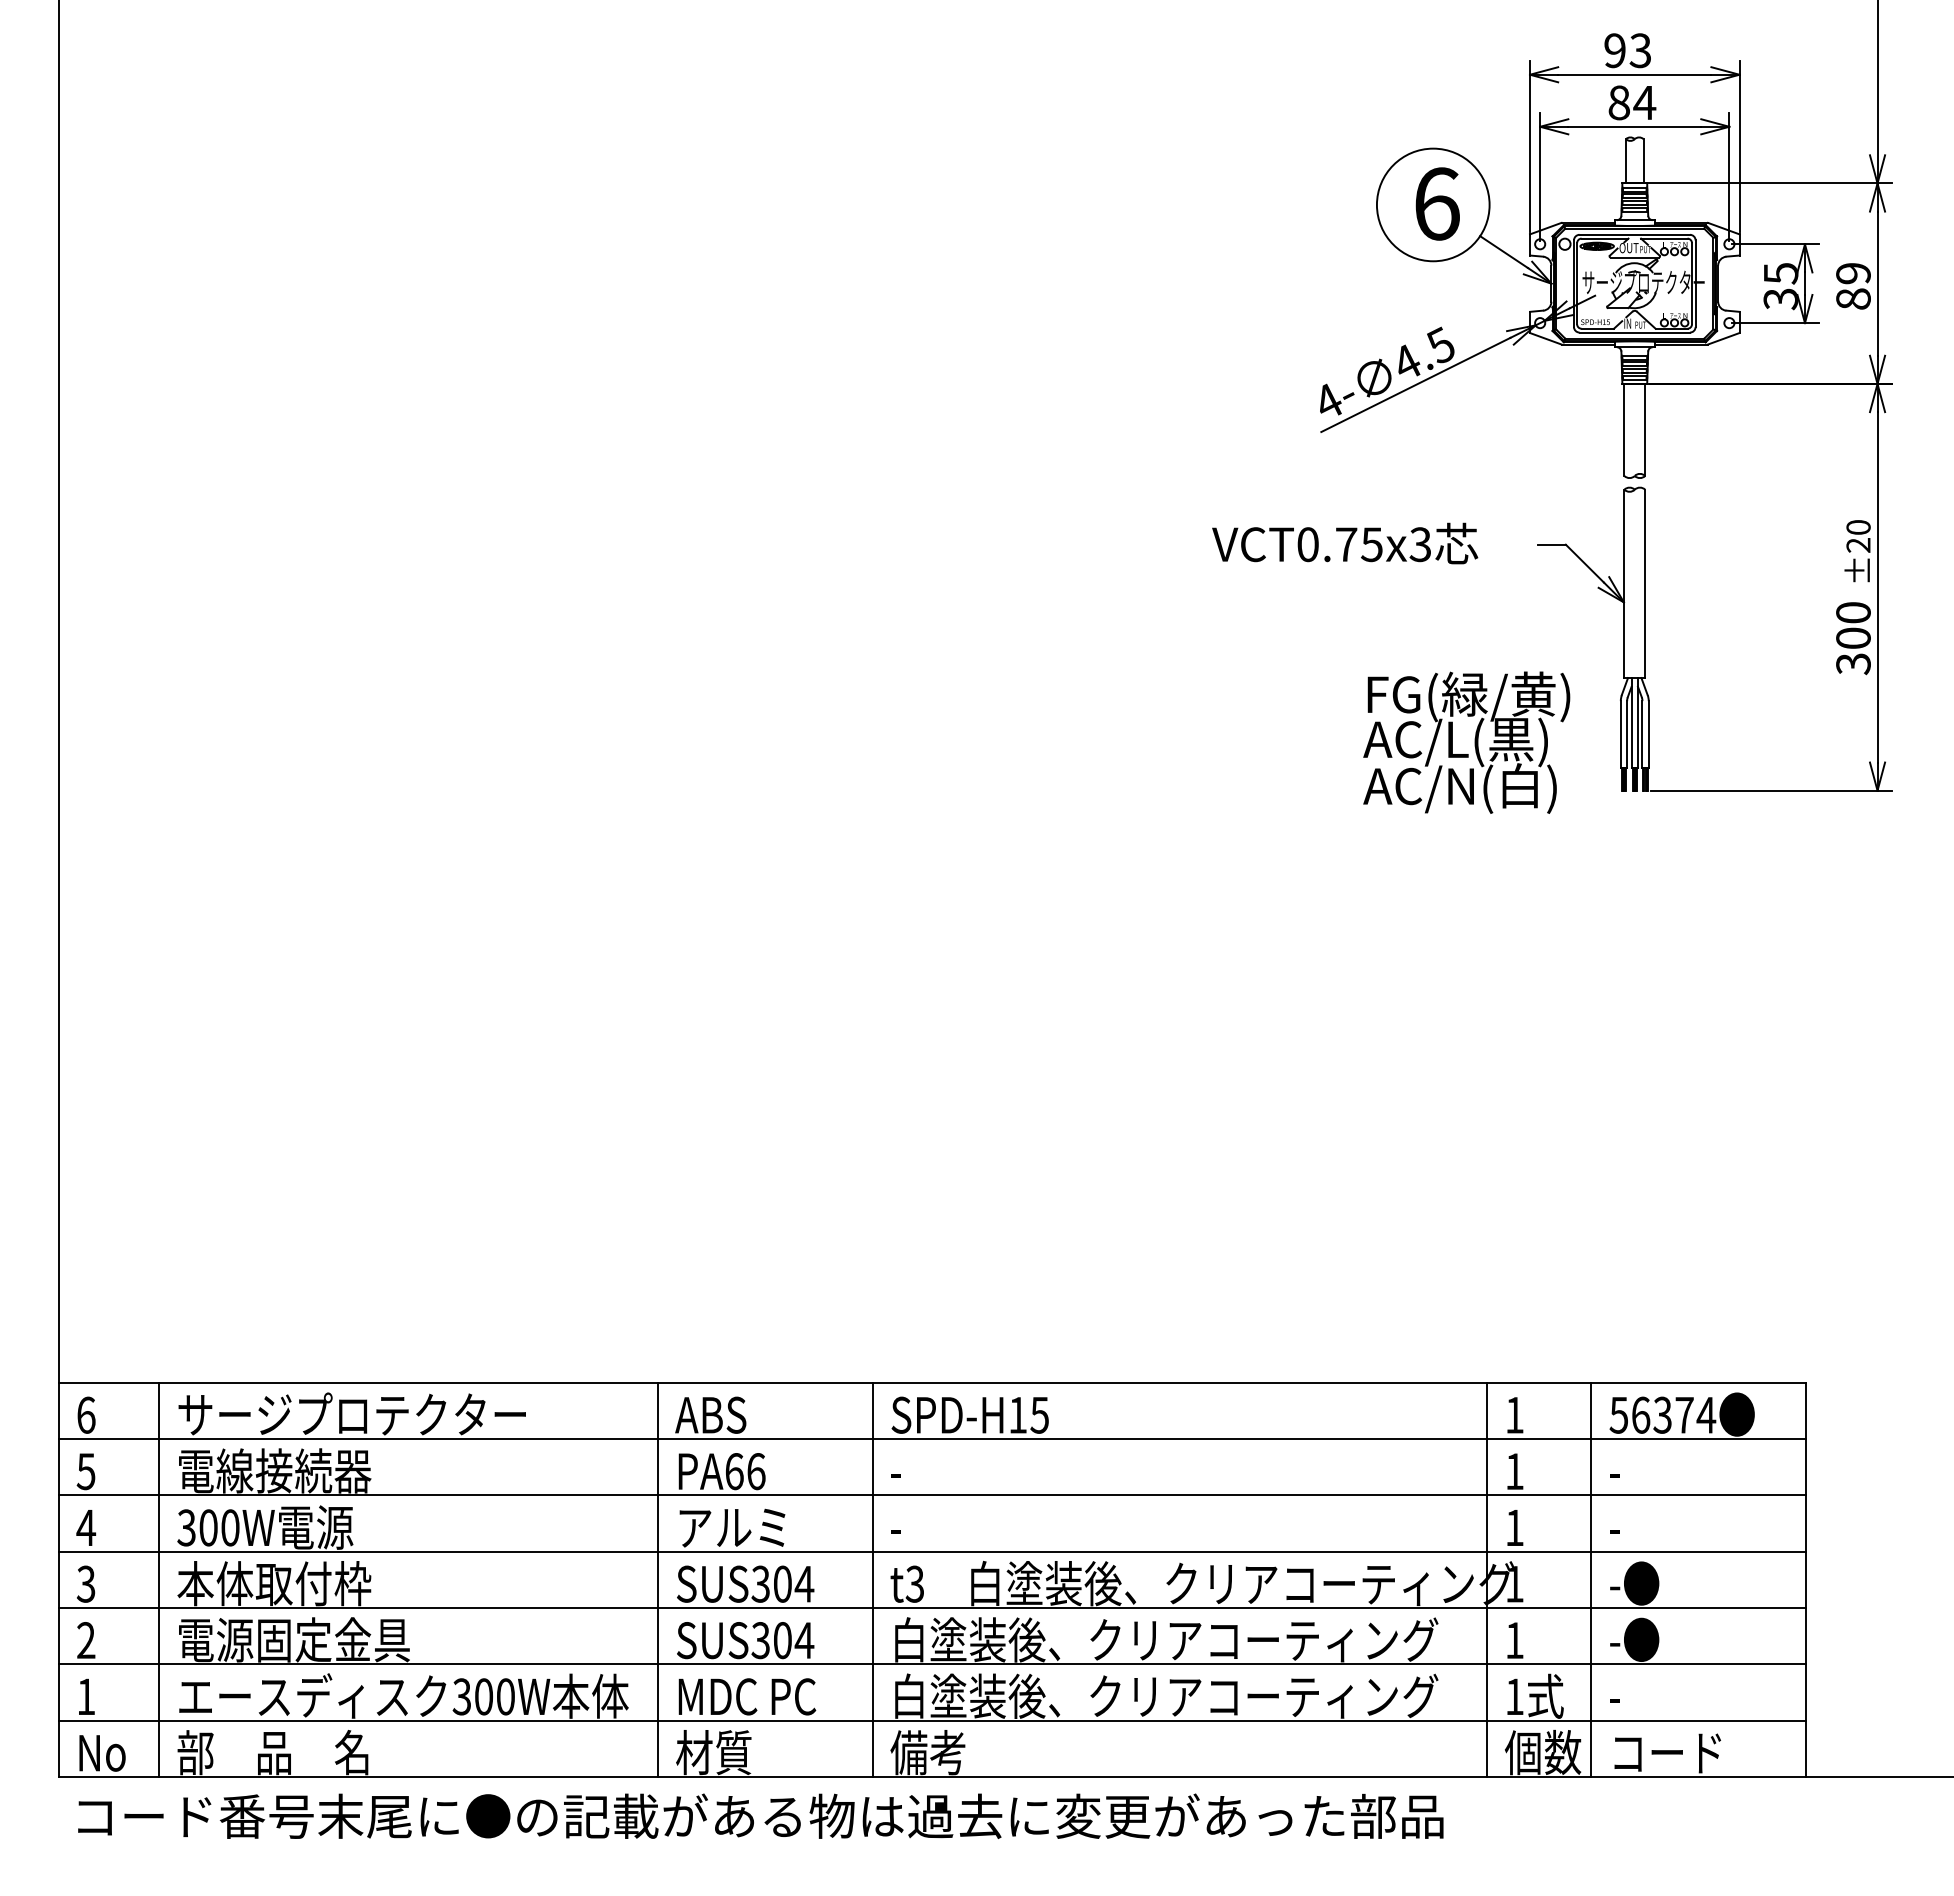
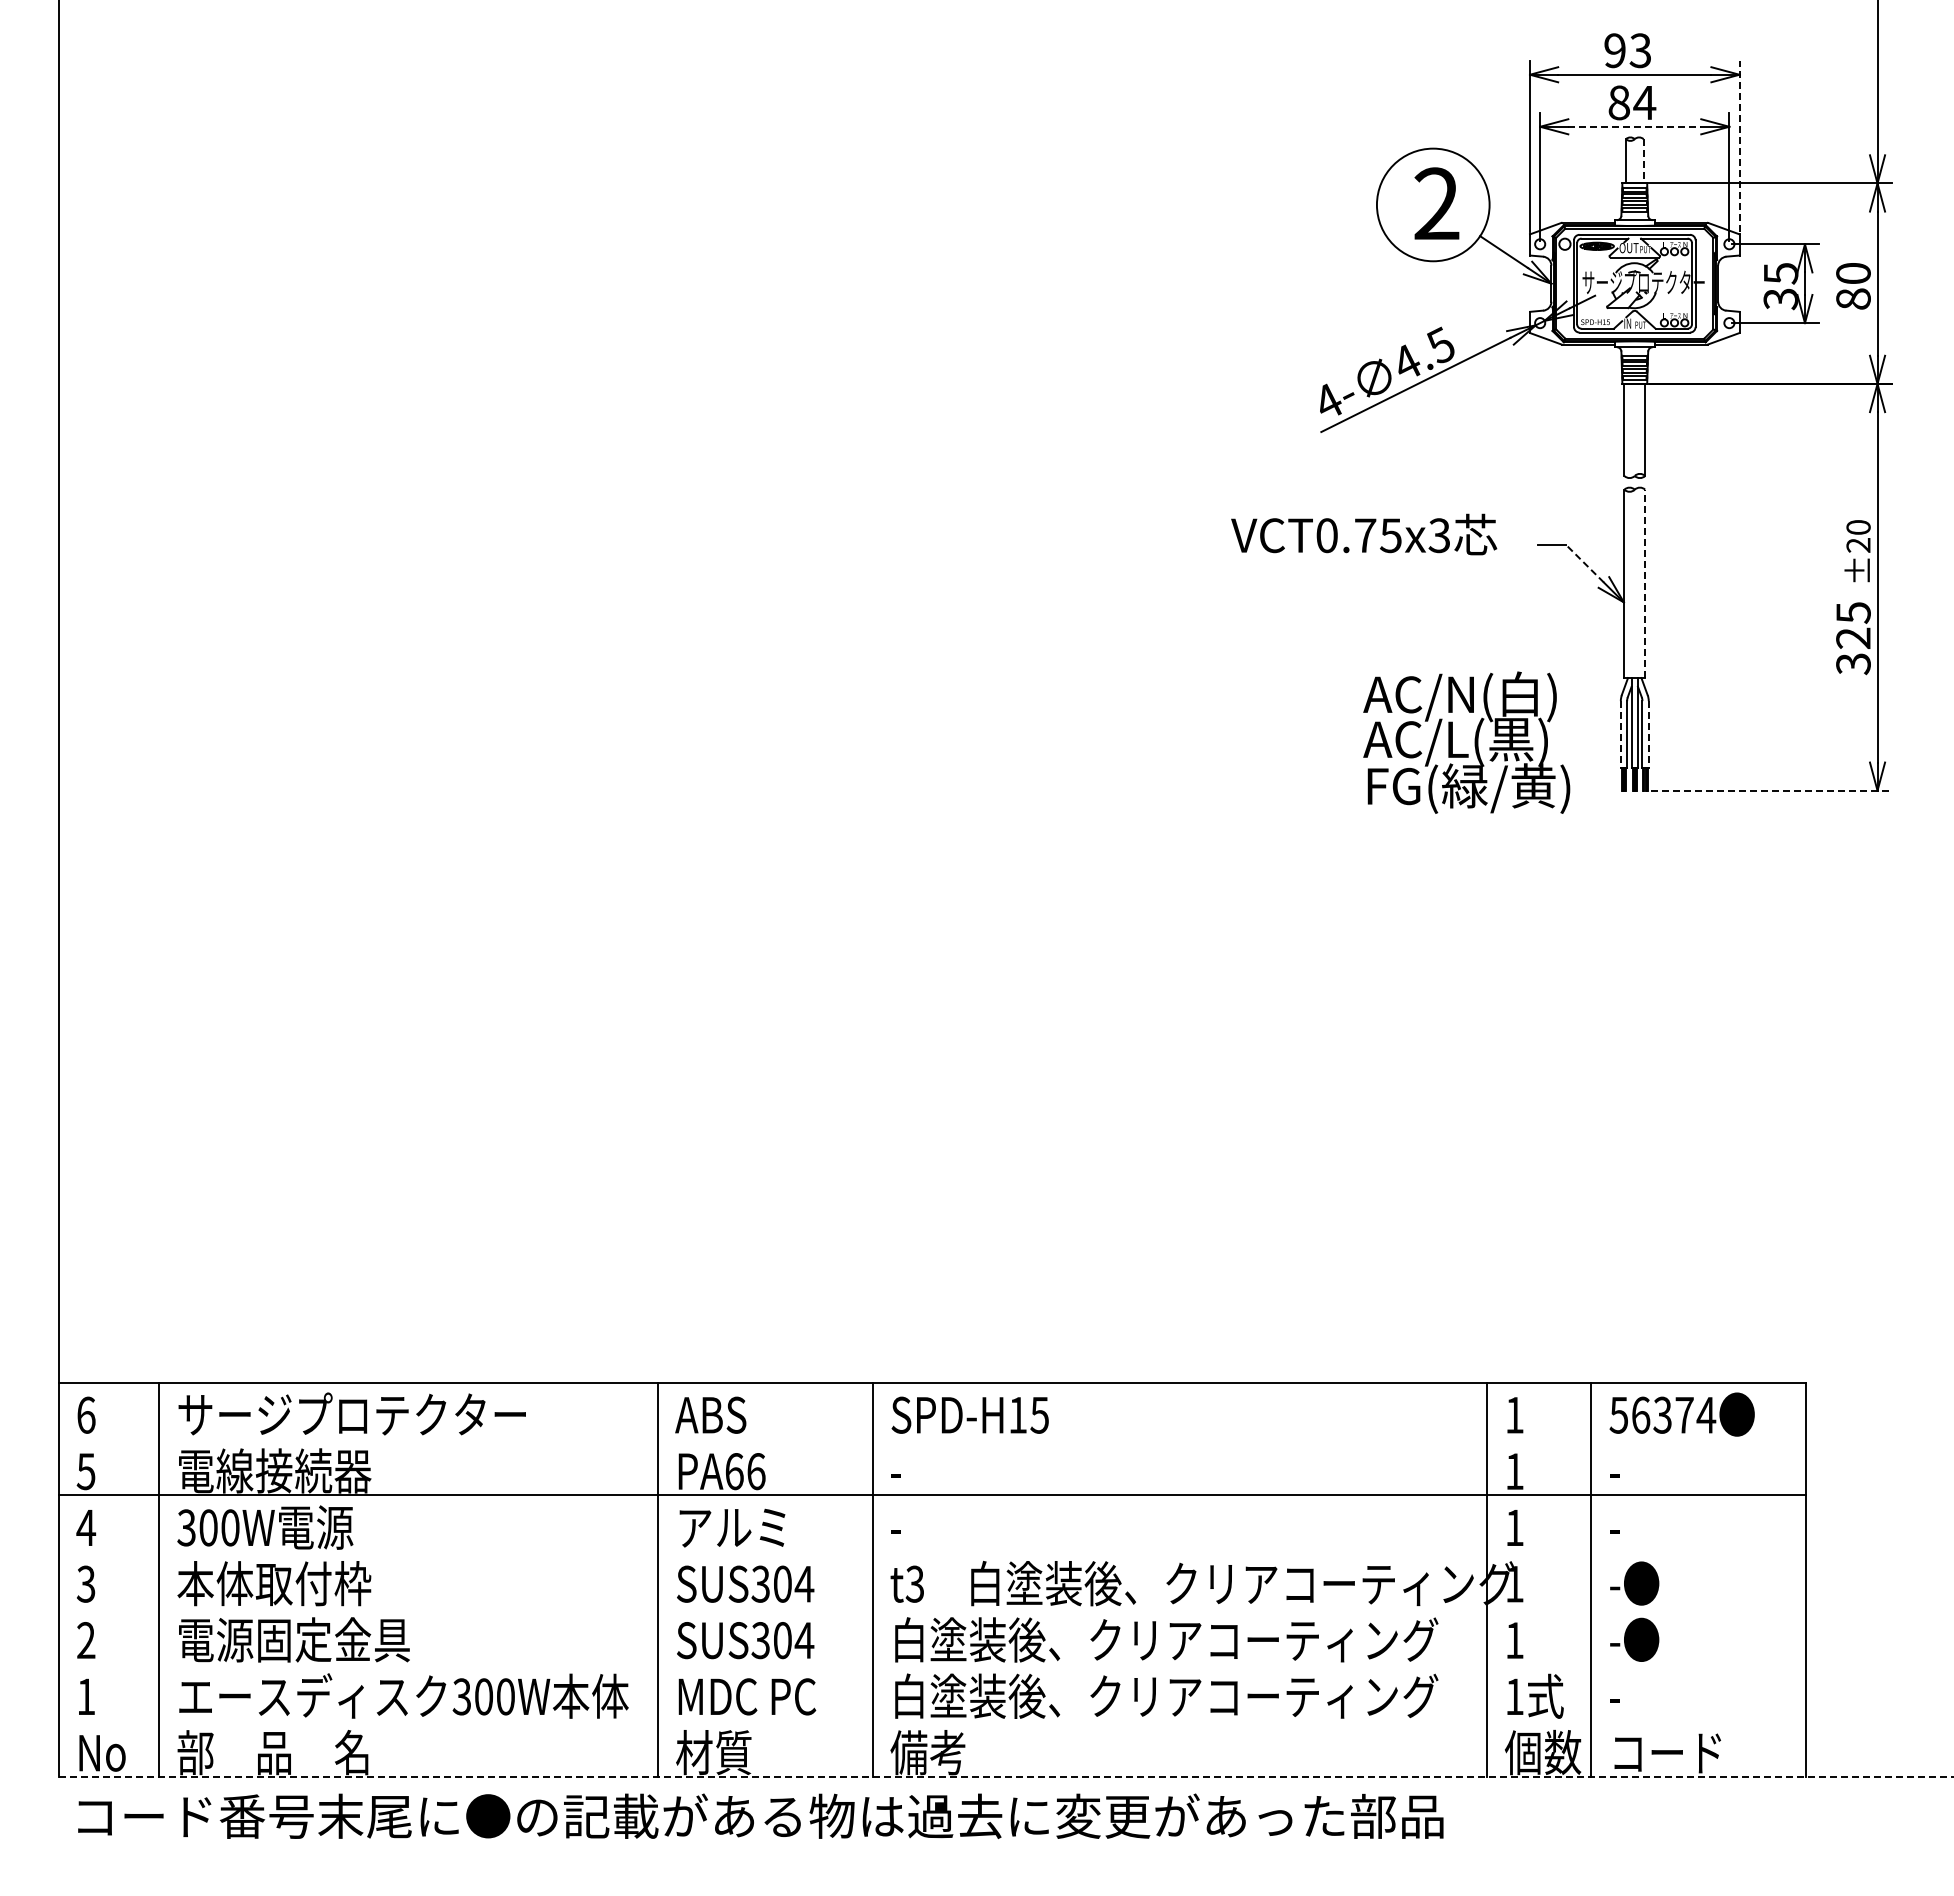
line at (1635, 126): solid -> dashed
line at (1739, 145): solid -> dashed
line at (1643, 161): solid -> dashed
text at (1436, 203): 6 -> 2
text at (1853, 273): 89 -> 80
text at (1345, 543) position: (1345, 543) -> (1364, 534)
line at (1584, 563): solid -> dashed
line at (1645, 583): solid -> dashed
text at (1853, 625): 300 -> 325
text at (1466, 696): FG(緑/黄) -> AC/N(白)
line at (1620, 734): solid -> dashed
line at (1648, 734): solid -> dashed
text at (1466, 788): AC/N(白) -> FG(緑/黄)
line at (1771, 790): solid -> dashed
line at (931, 1438): present -> none
line at (931, 1551): present -> none
line at (931, 1607): present -> none
line at (931, 1664): present -> none
line at (931, 1720): present -> none
line at (1006, 1776): solid -> dashed
